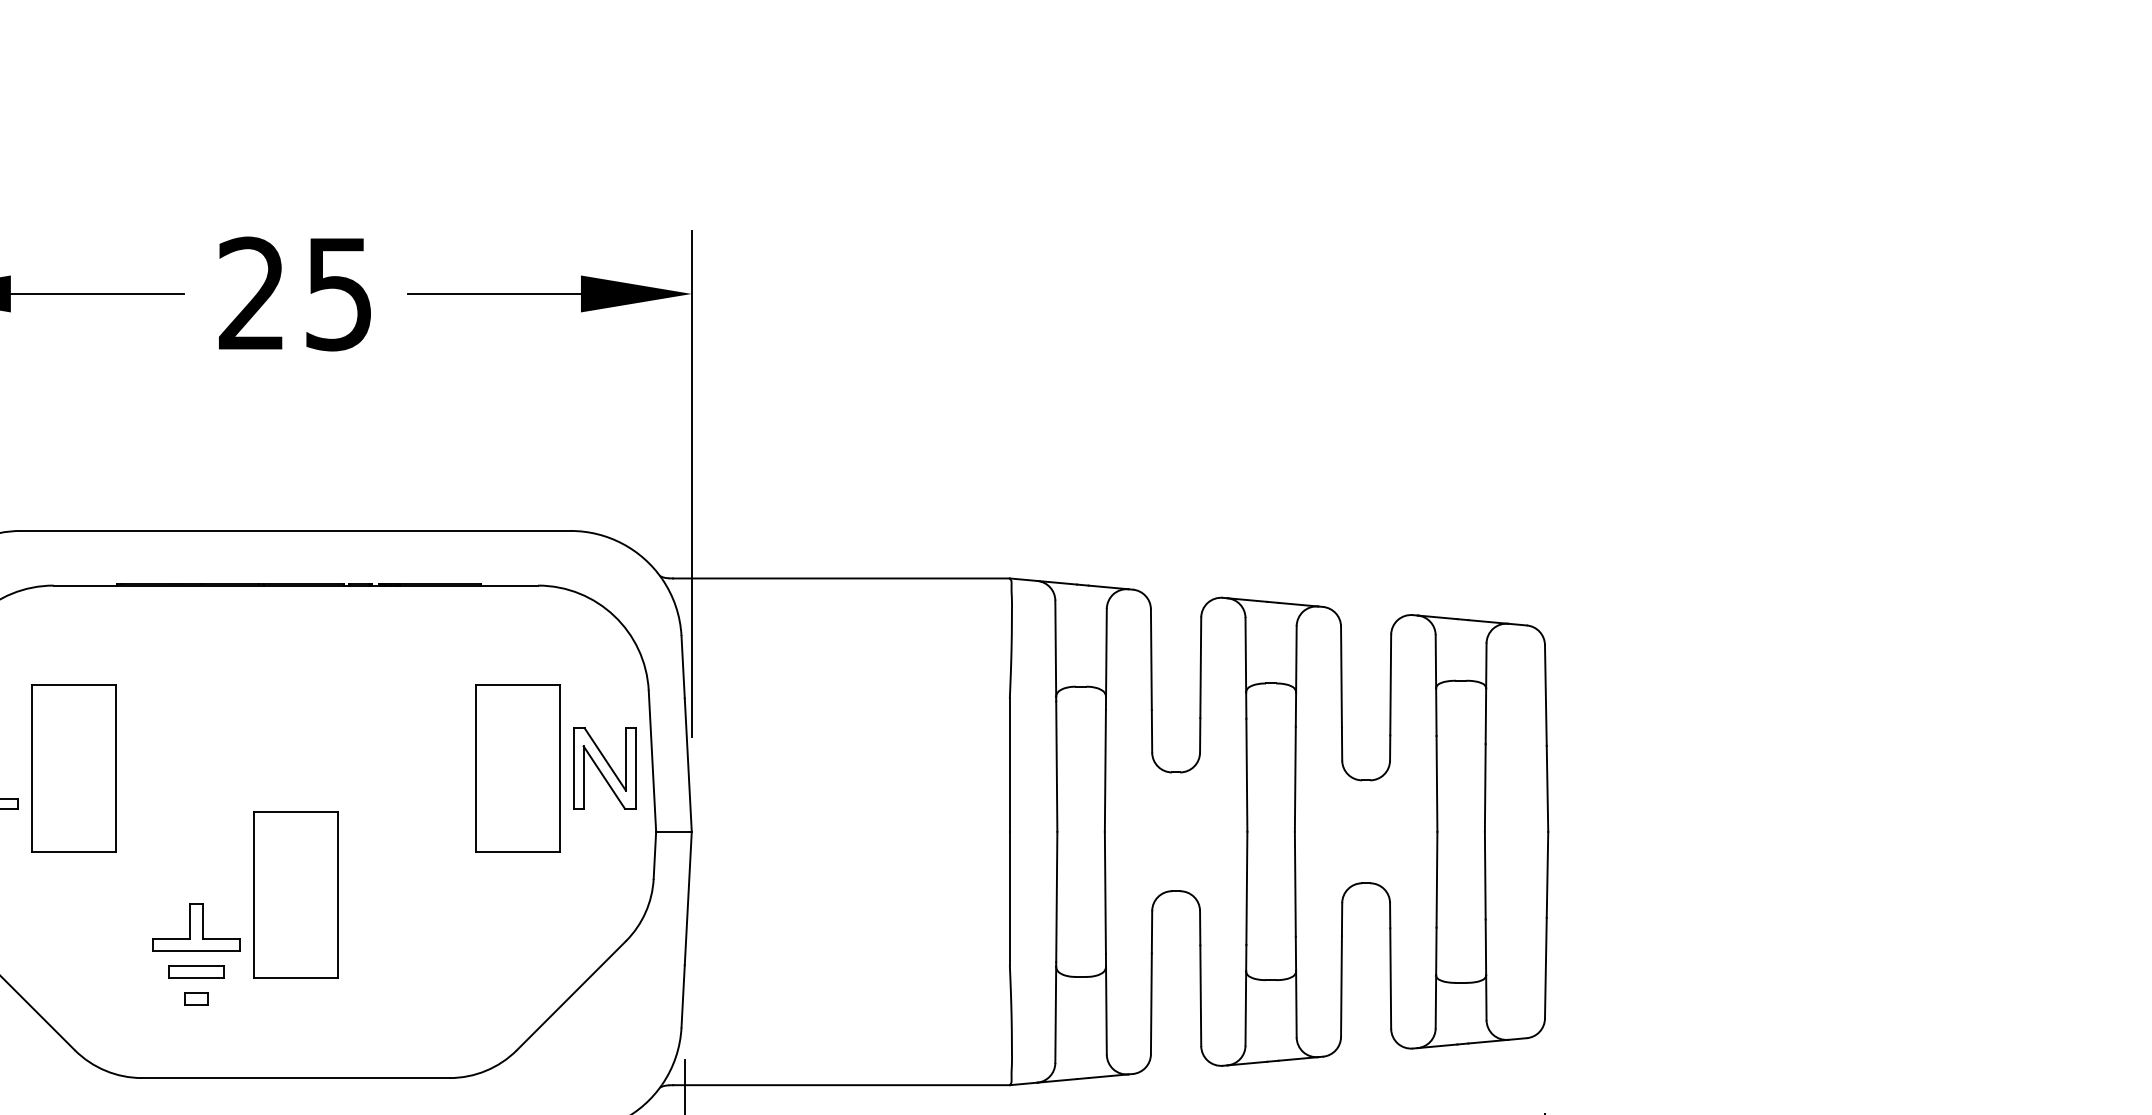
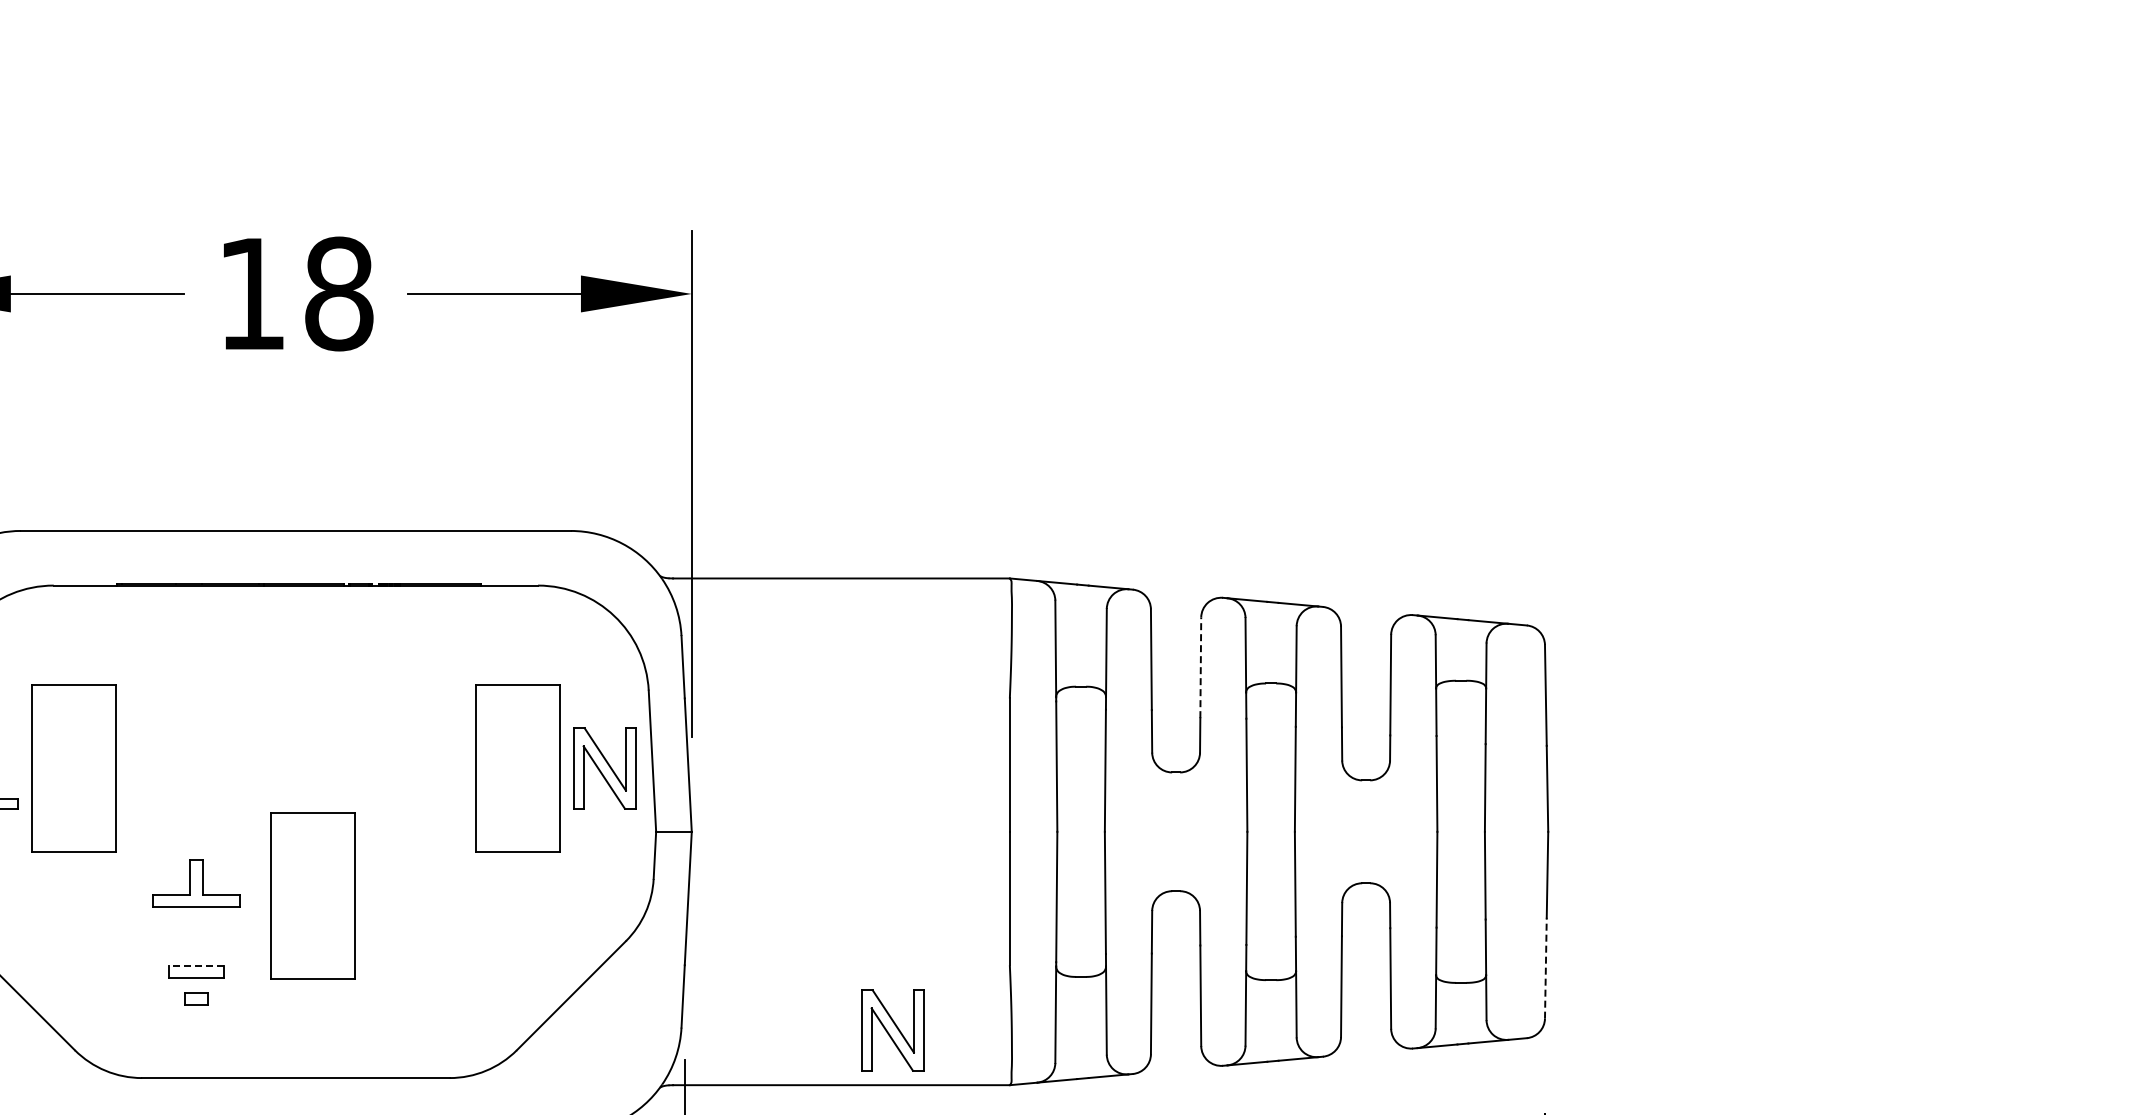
text at (296, 293): 25 -> 18
line at (1200, 667): solid -> dashed
part at (295, 894) position: (295, 894) -> (312, 895)
part at (196, 927) position: (196, 927) -> (196, 883)
line at (196, 966): solid -> dashed
line at (1545, 967): solid -> dashed
part at (892, 1030): none -> present
